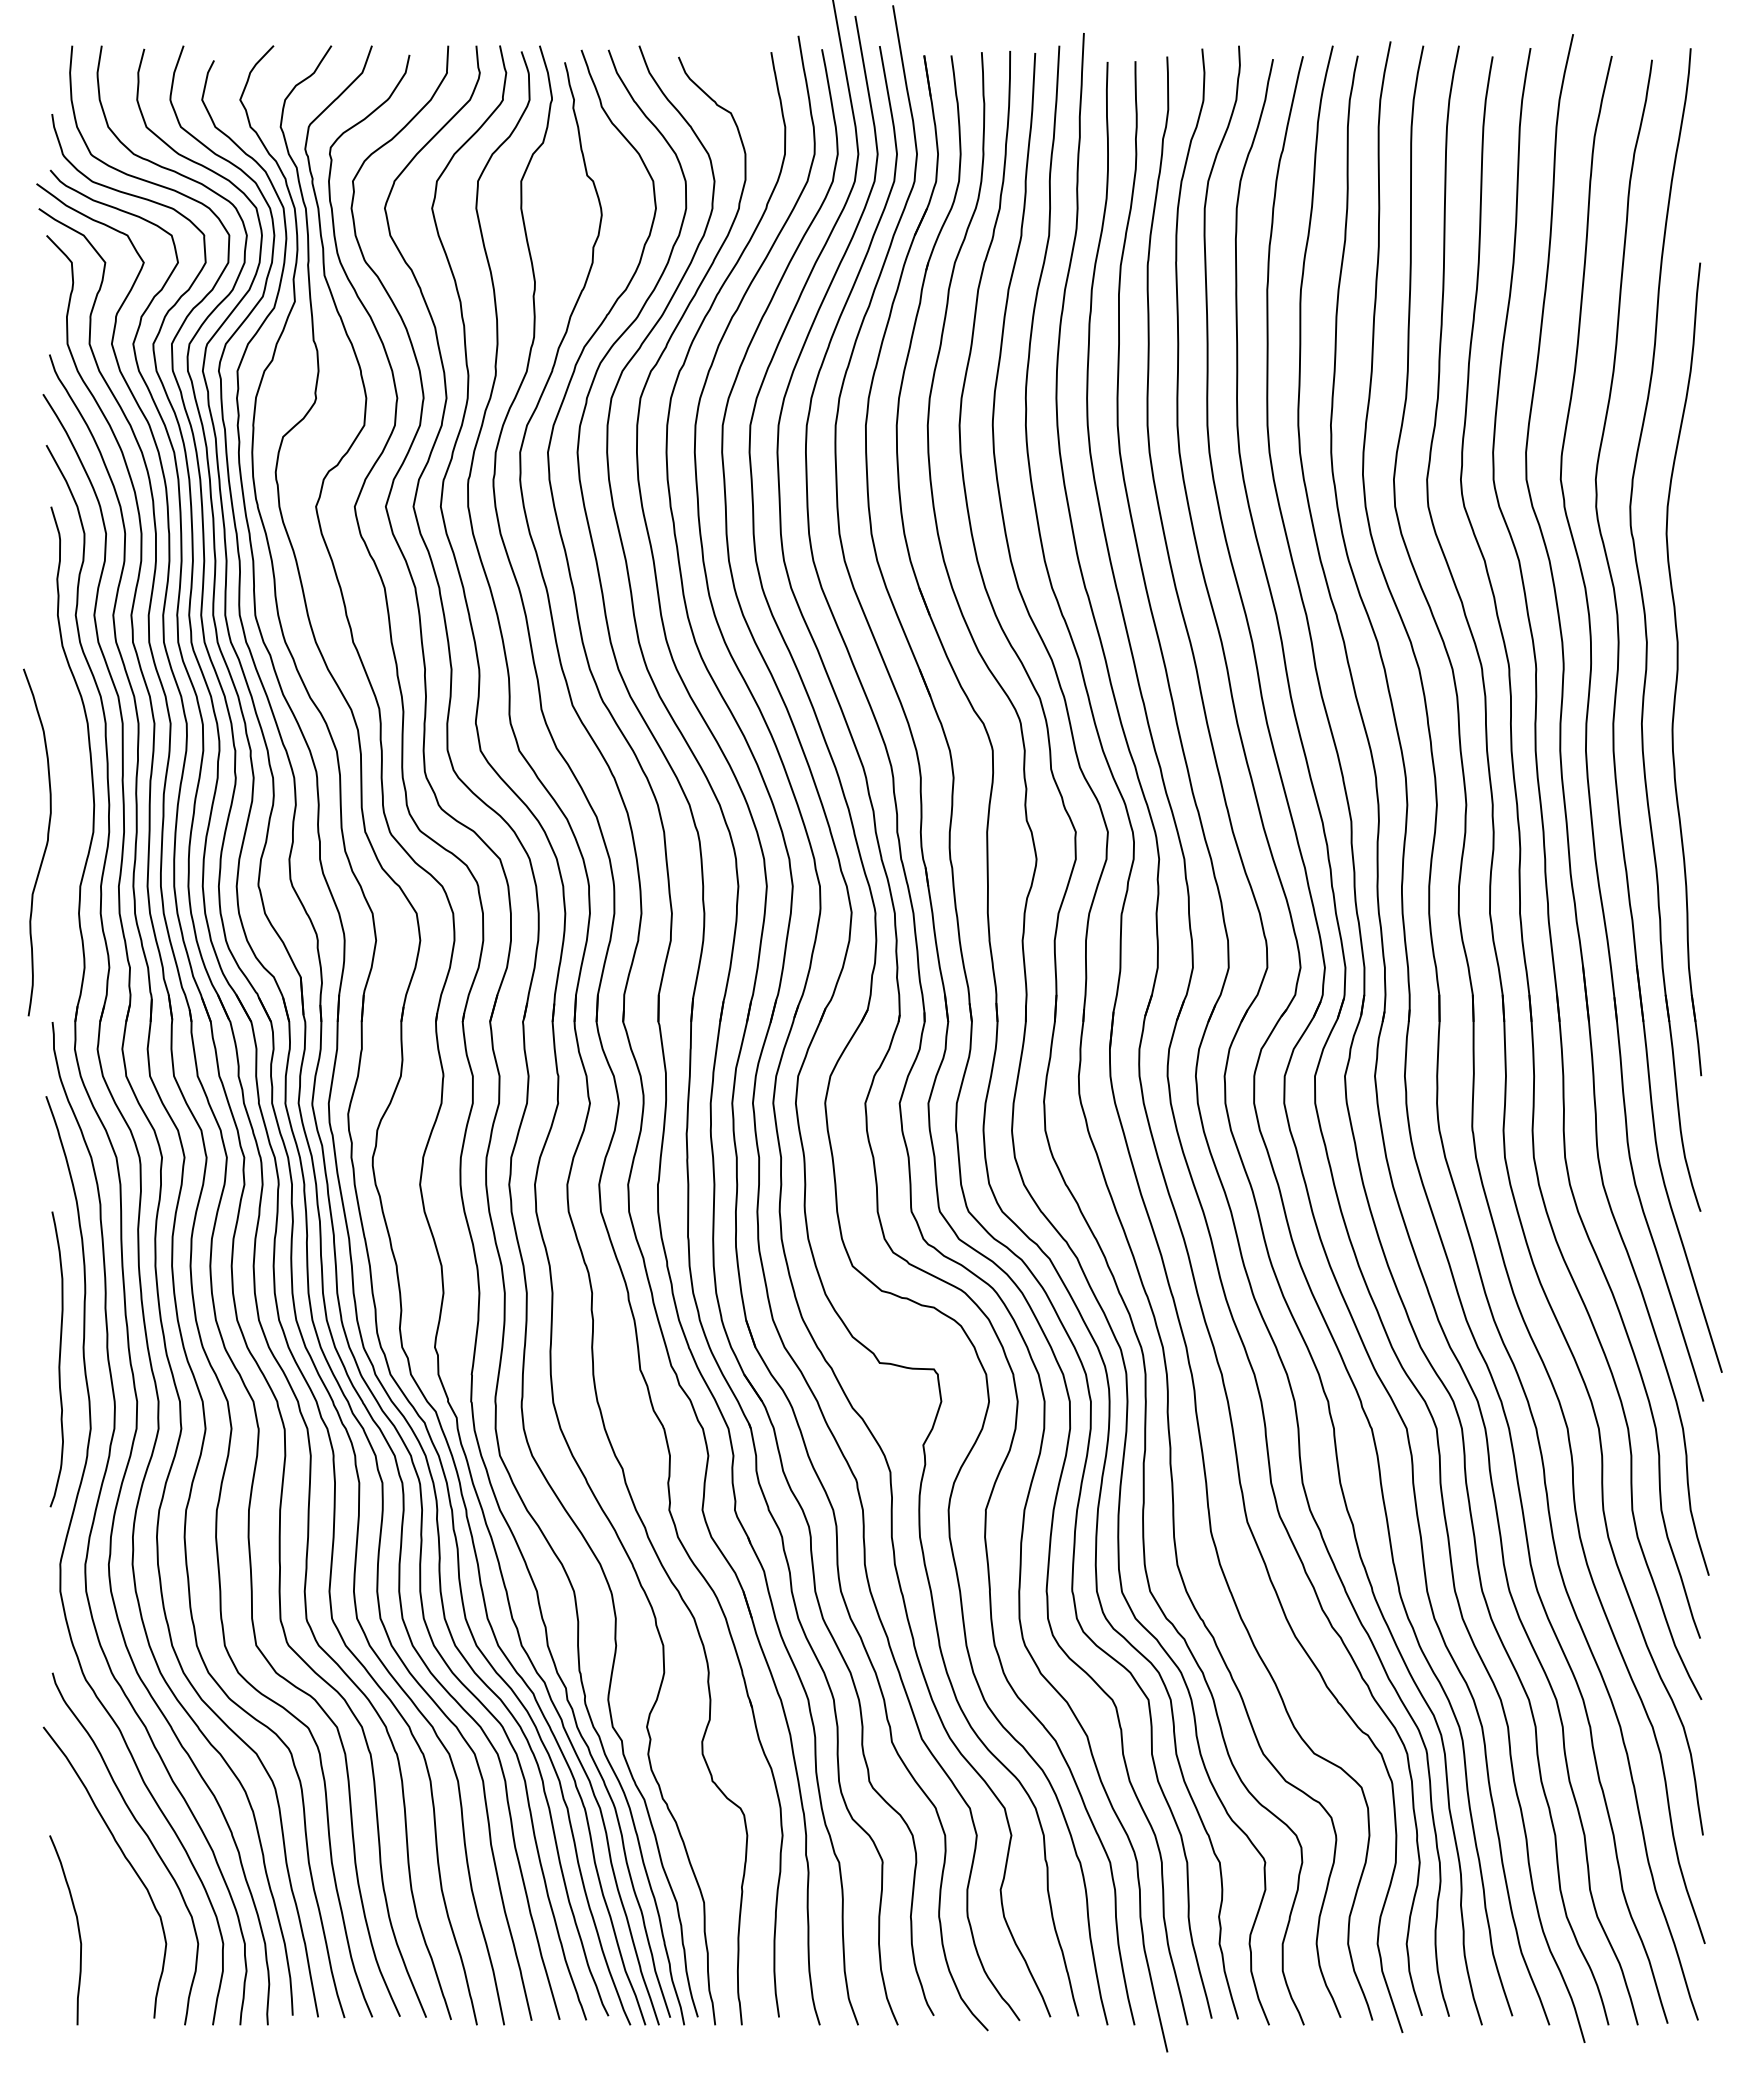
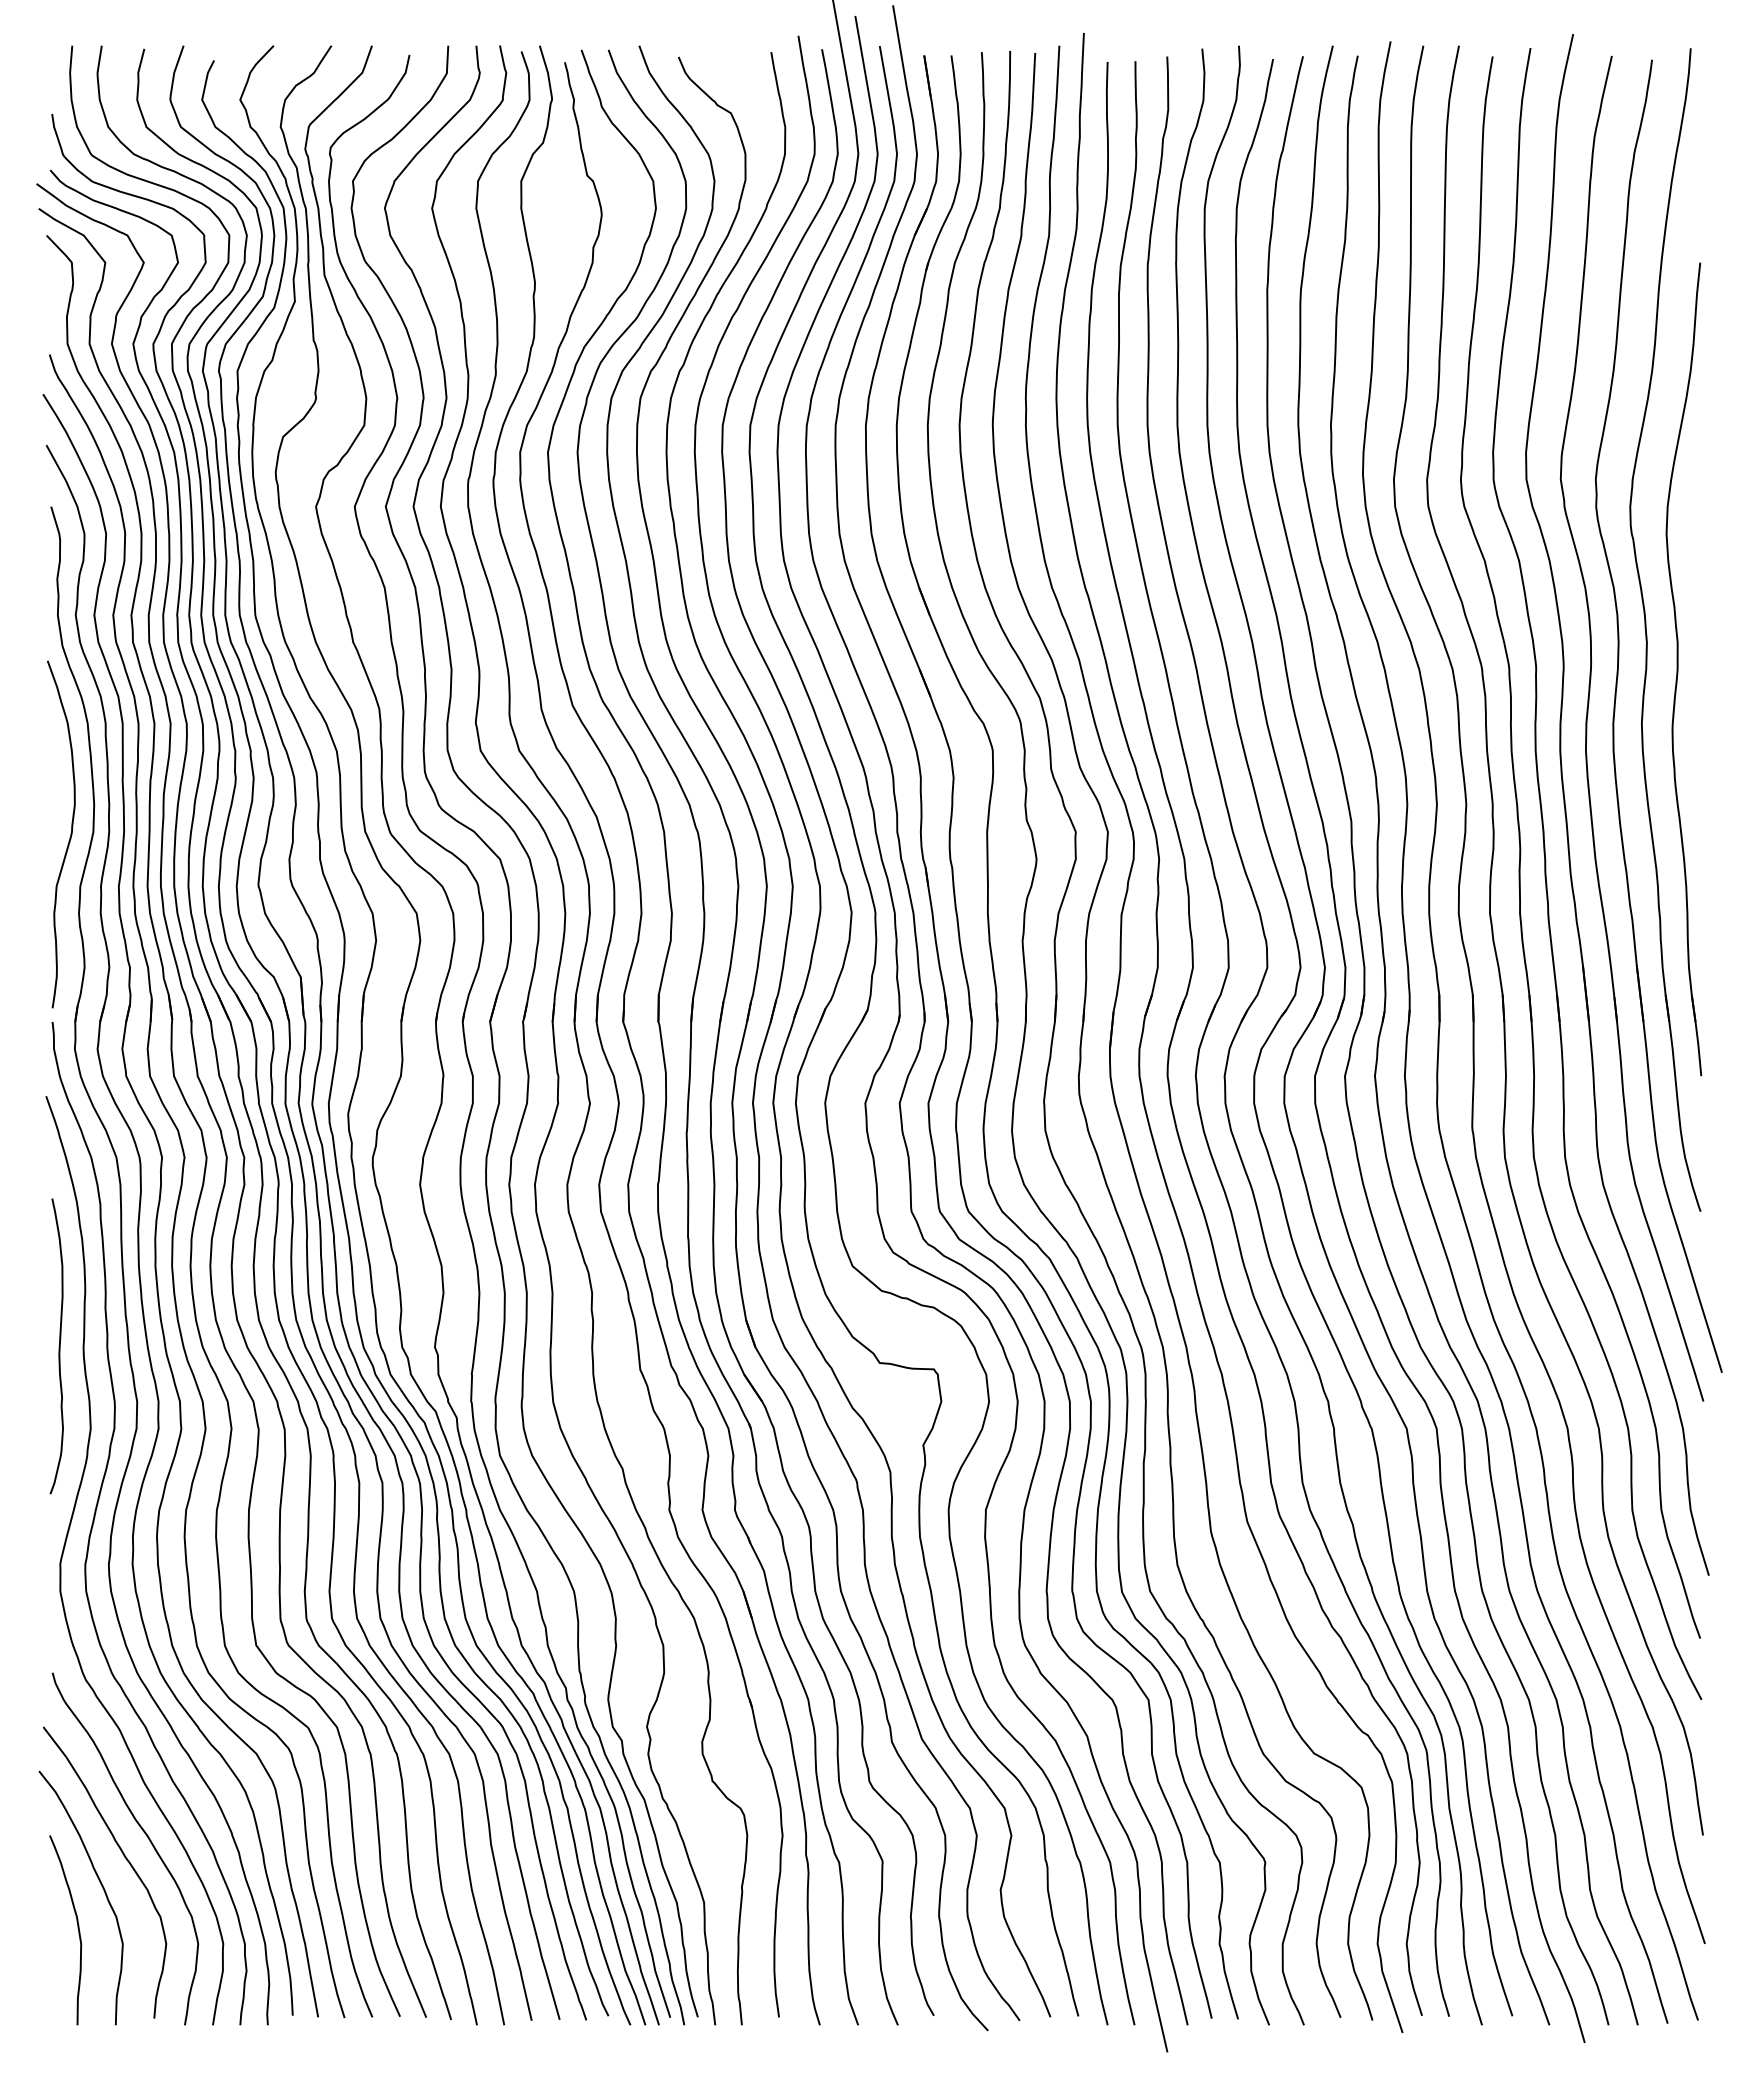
curve at (45, 845) position: (45, 845) -> (69, 837)
curve at (58, 1359) position: (58, 1359) -> (58, 1346)
curve at (101, 1886): none -> present
